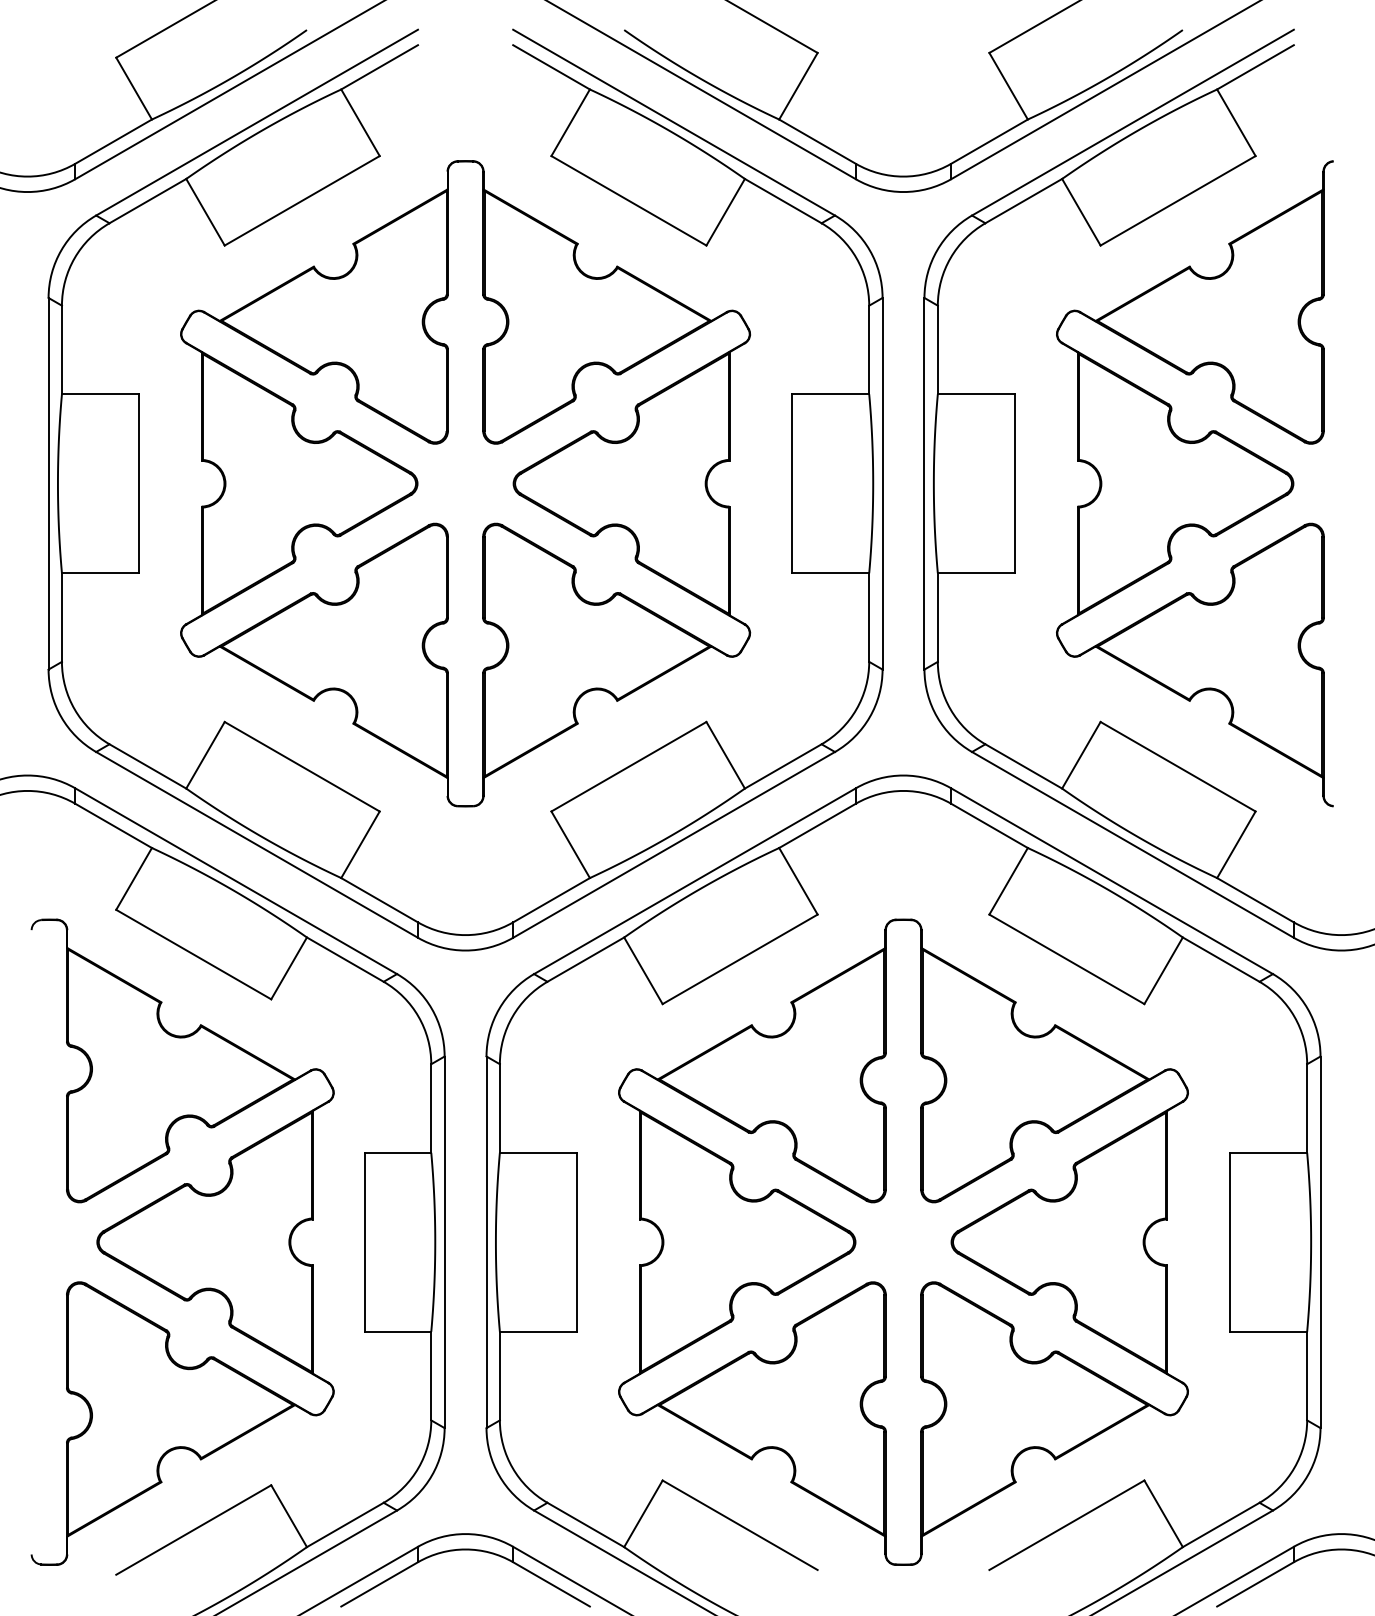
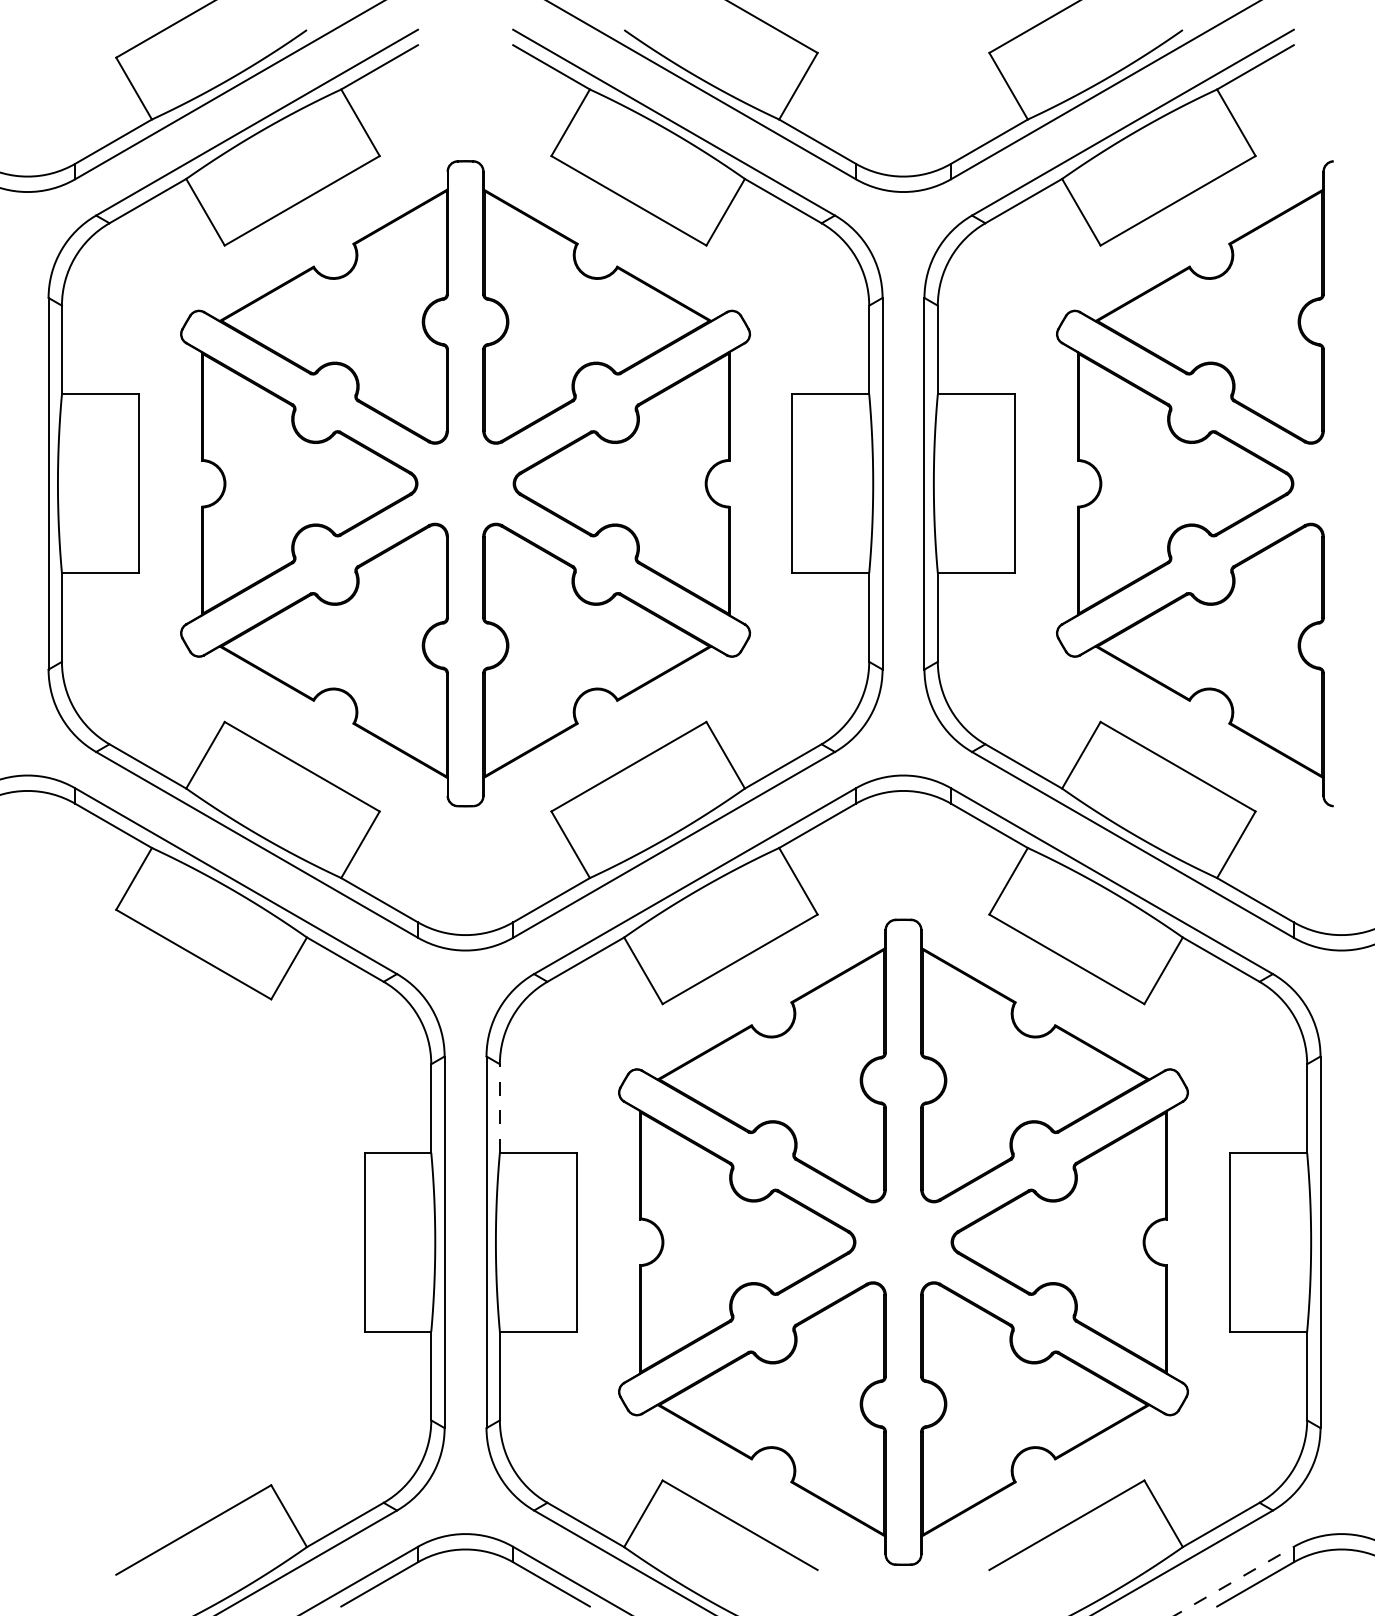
line at (499, 1108): solid -> dashed
part at (182, 1241): present -> none
line at (1234, 1581): solid -> dashed
